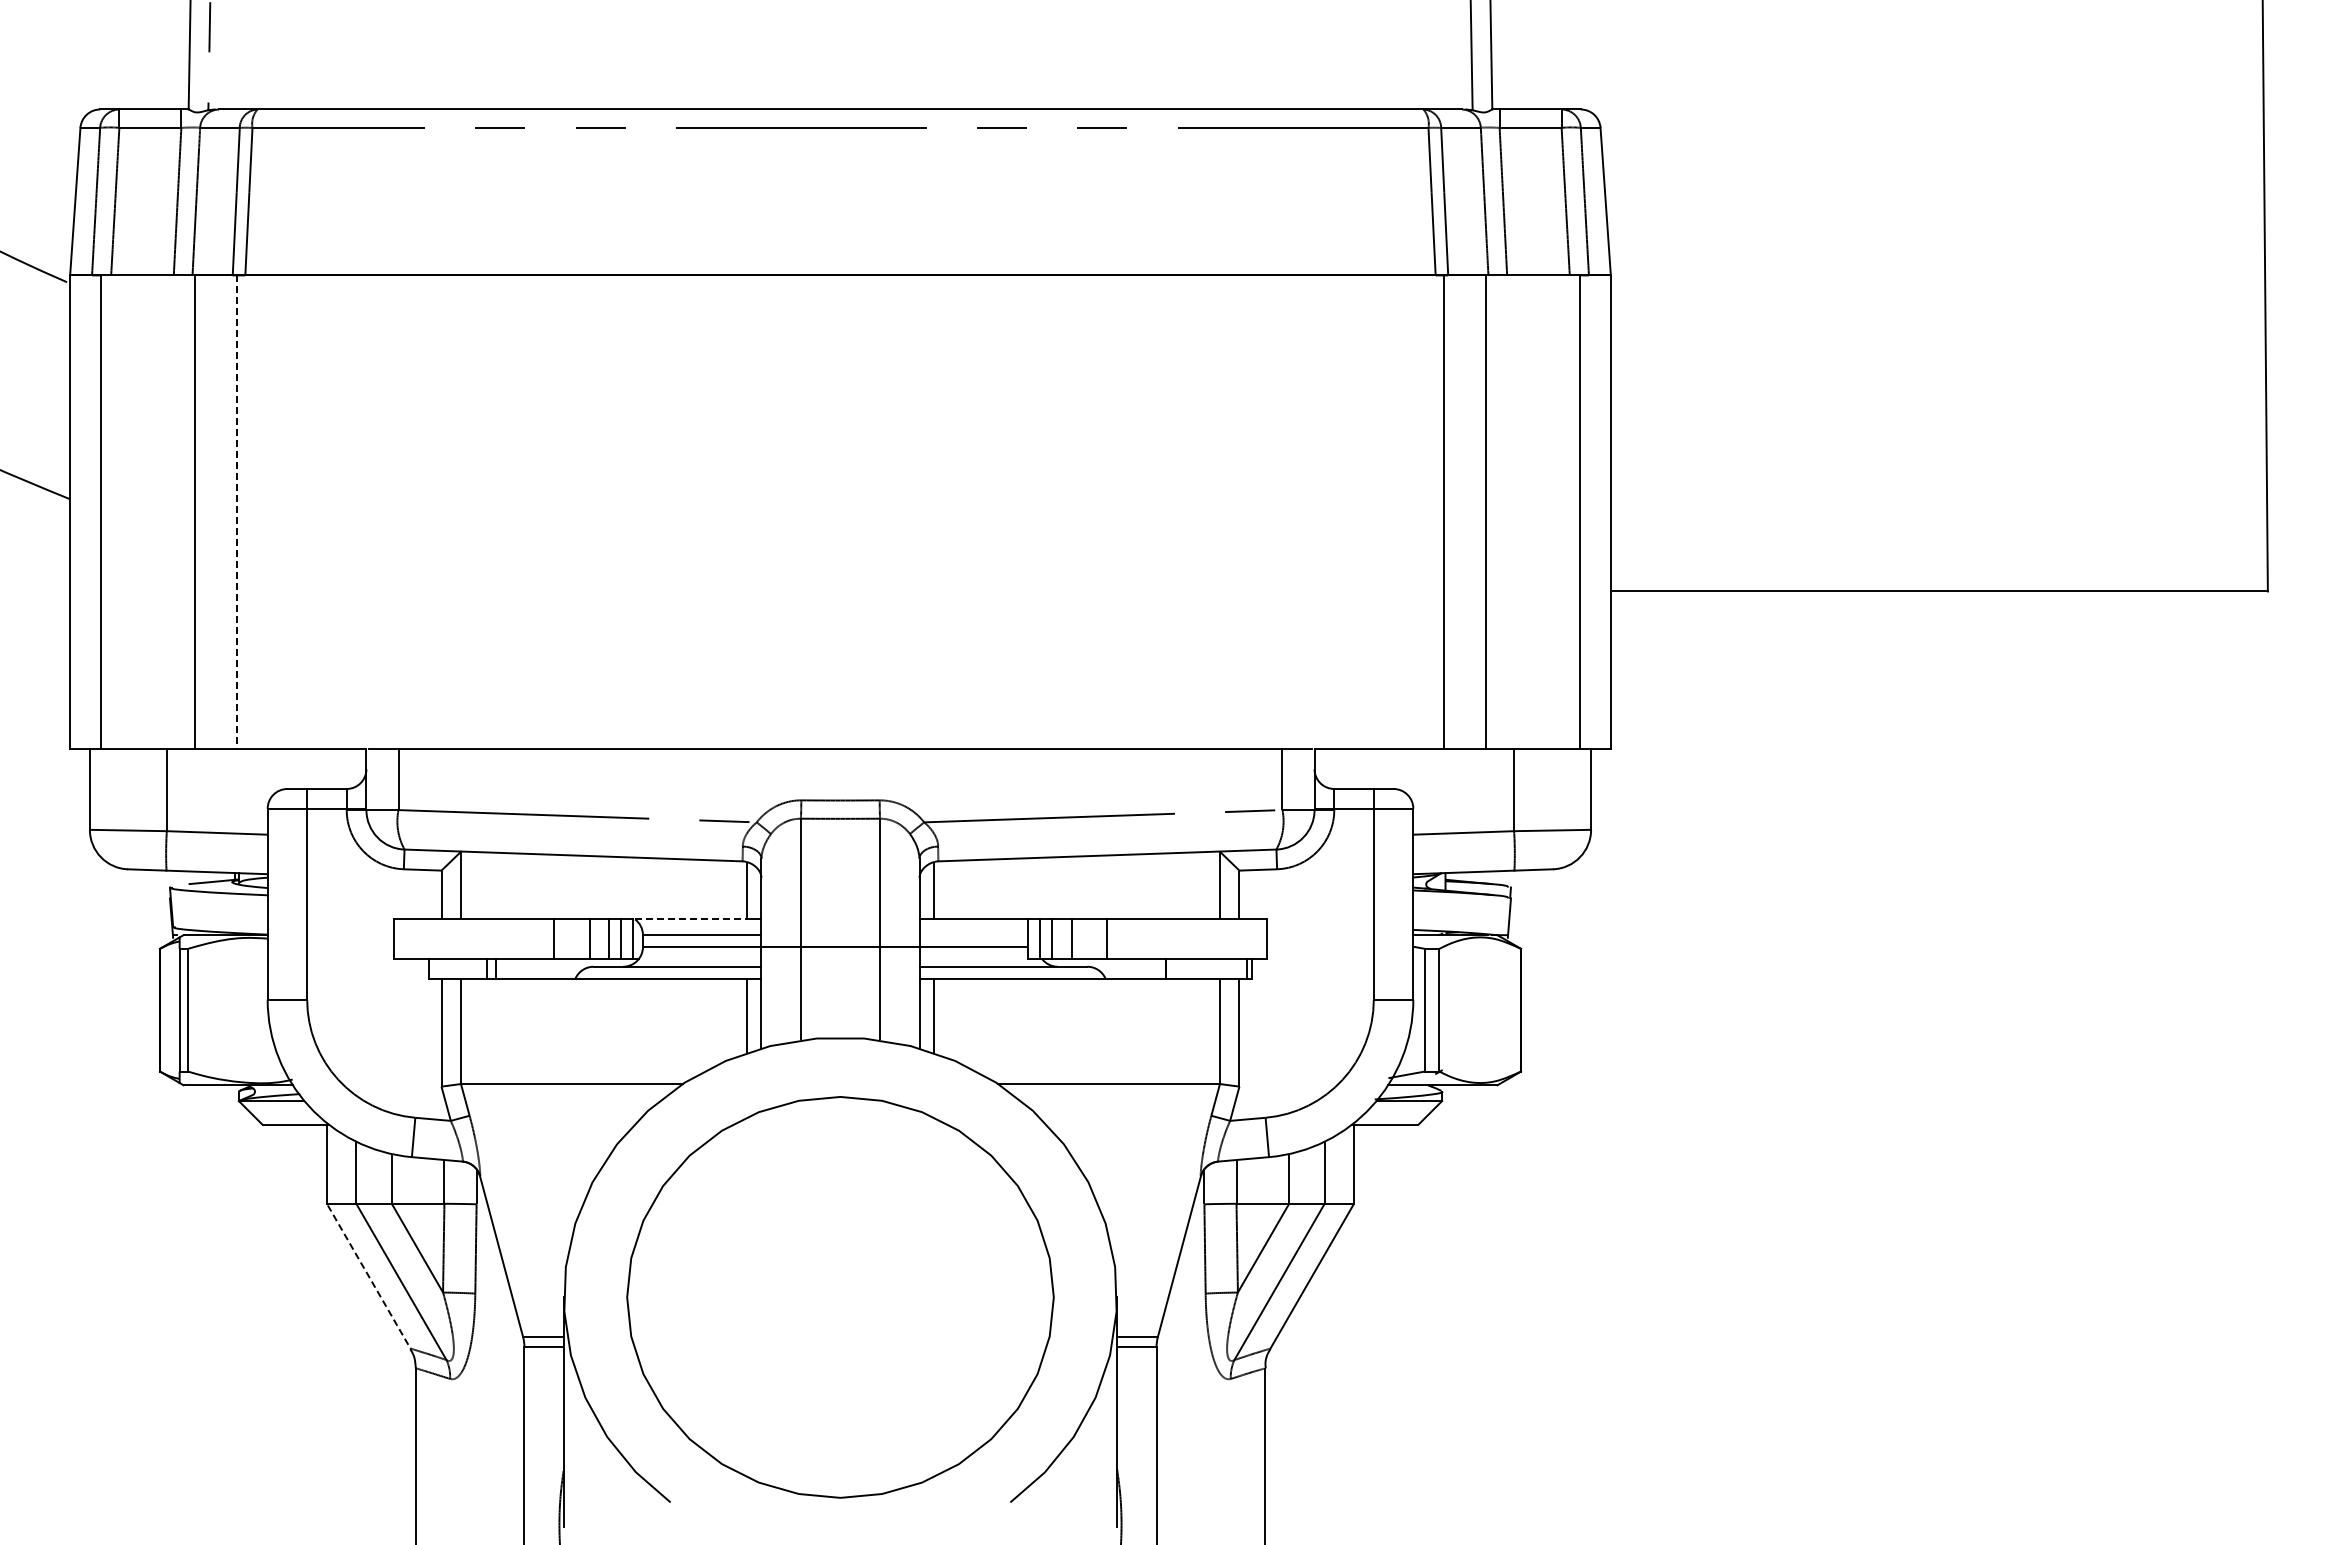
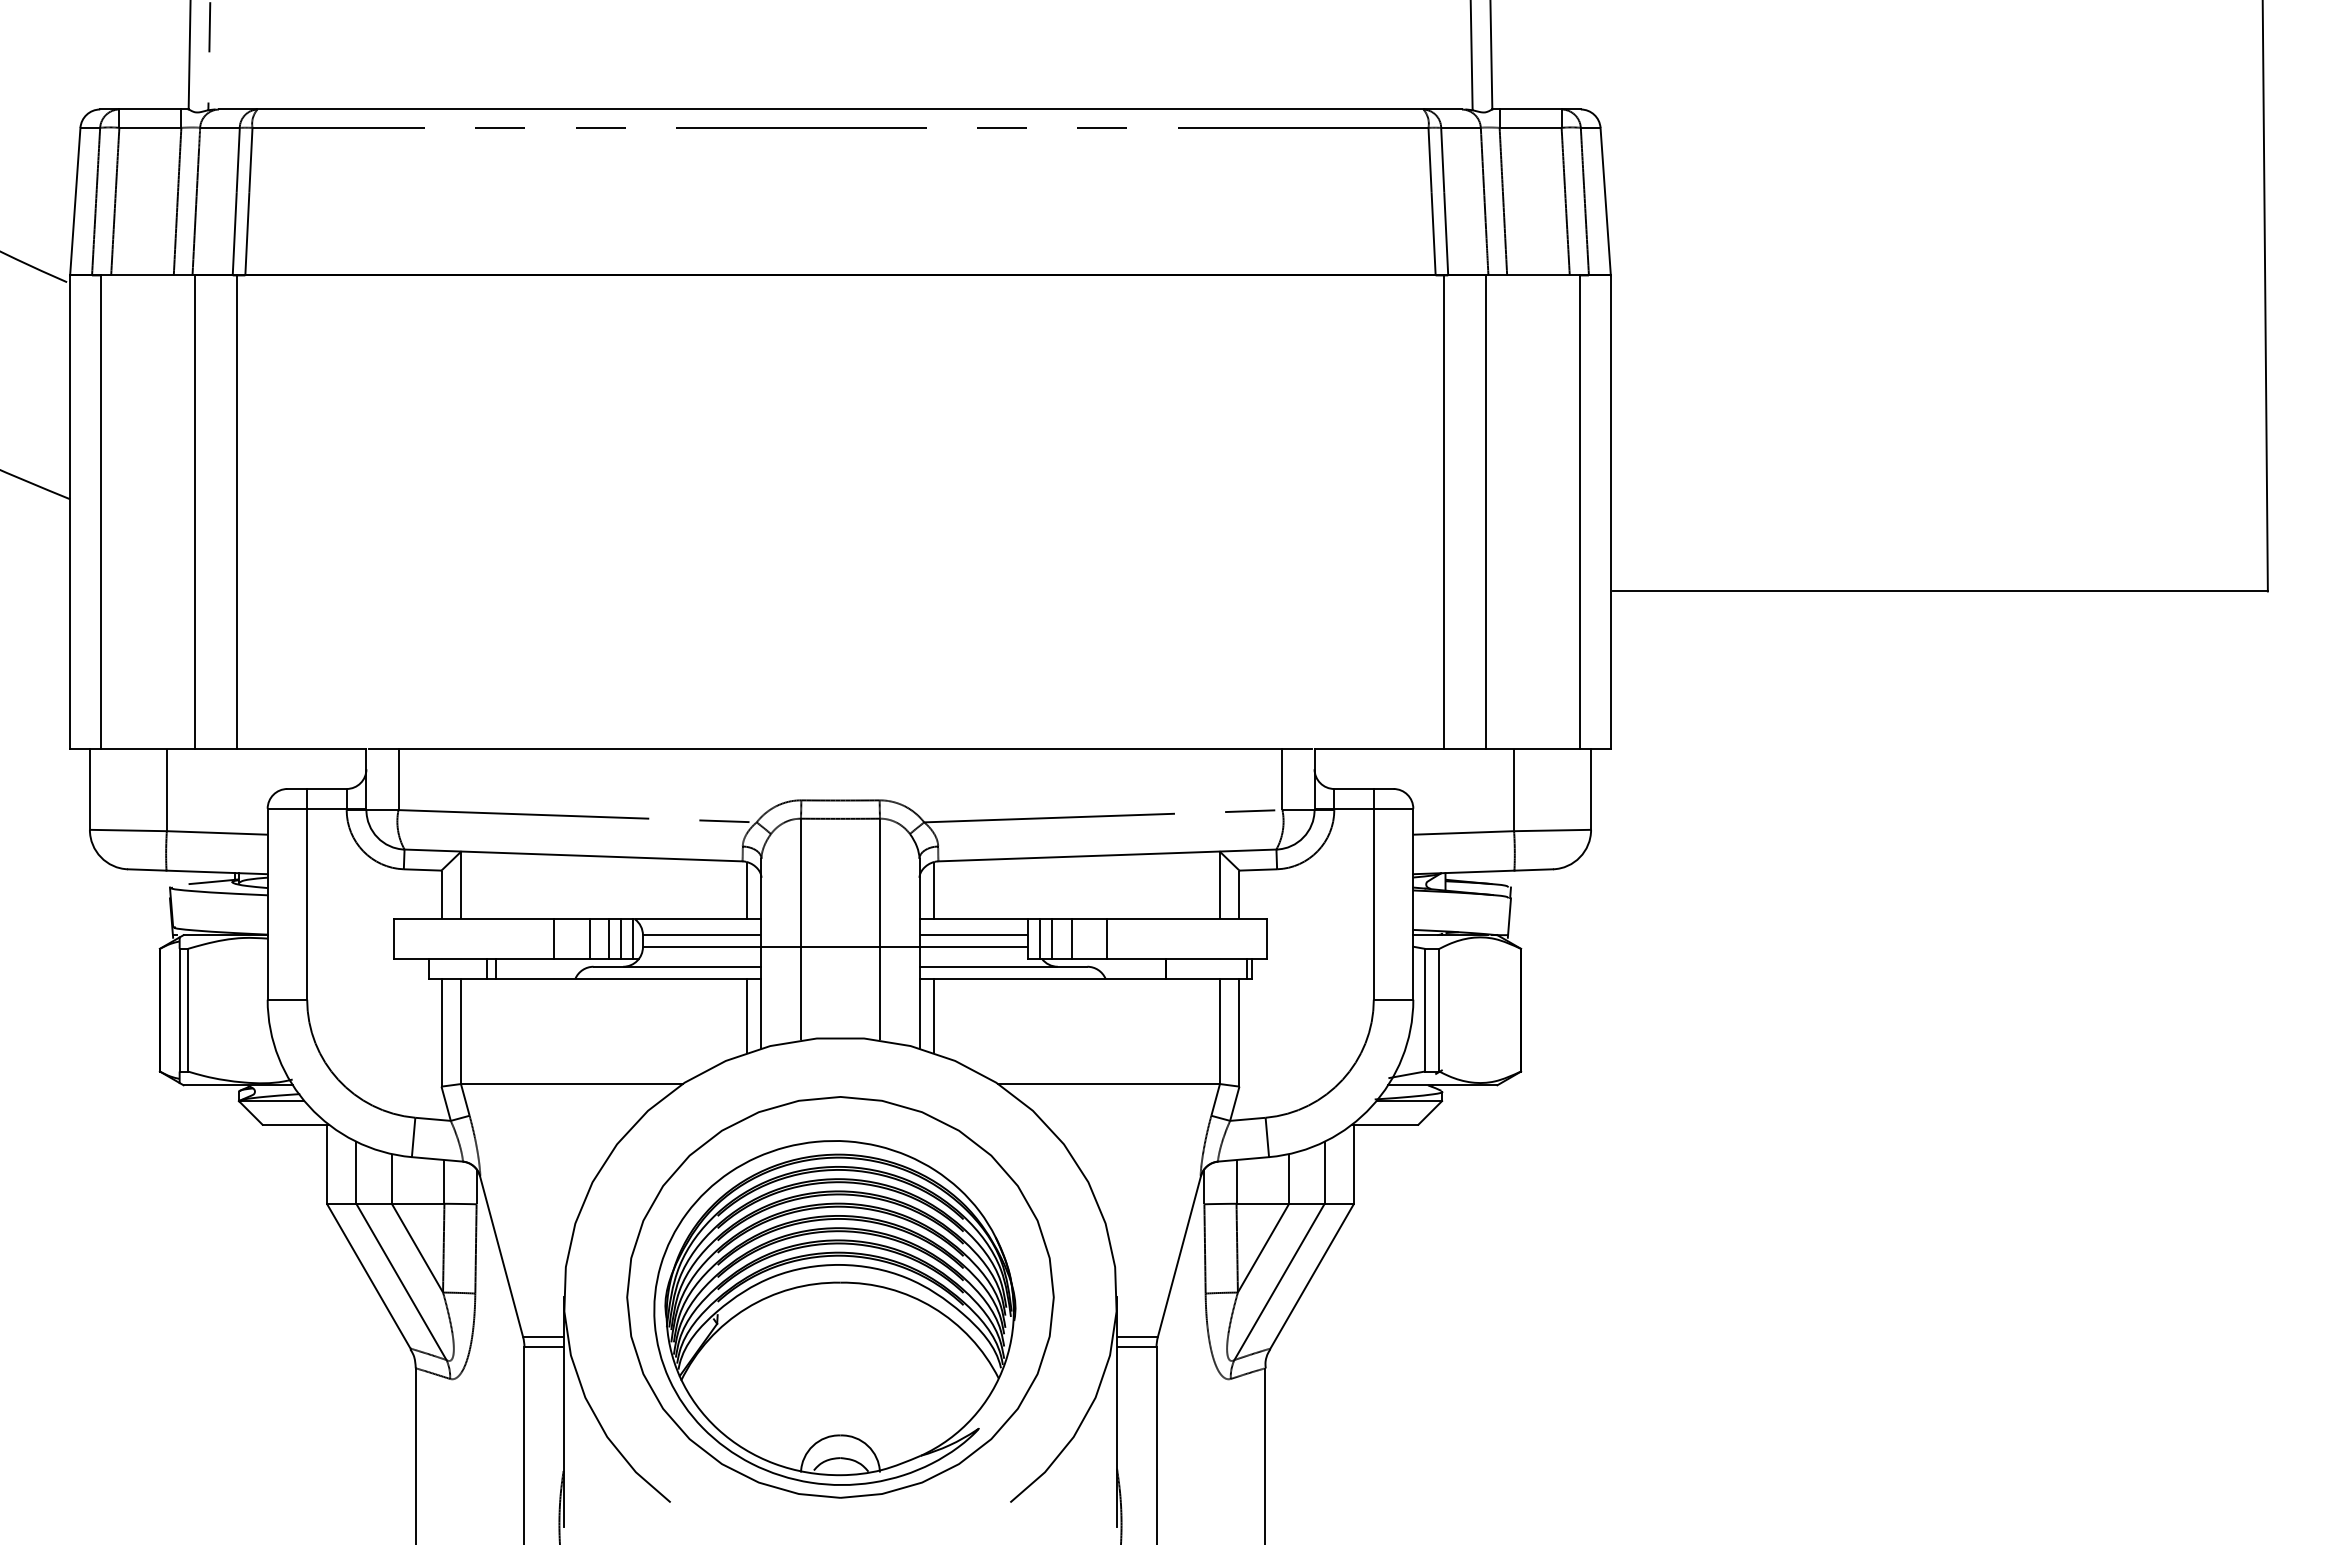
line at (236, 512): dashed -> solid
line at (690, 919): dashed -> solid
line at (973, 935): none -> present
line at (369, 1277): dashed -> solid
part at (834, 1312): none -> present
